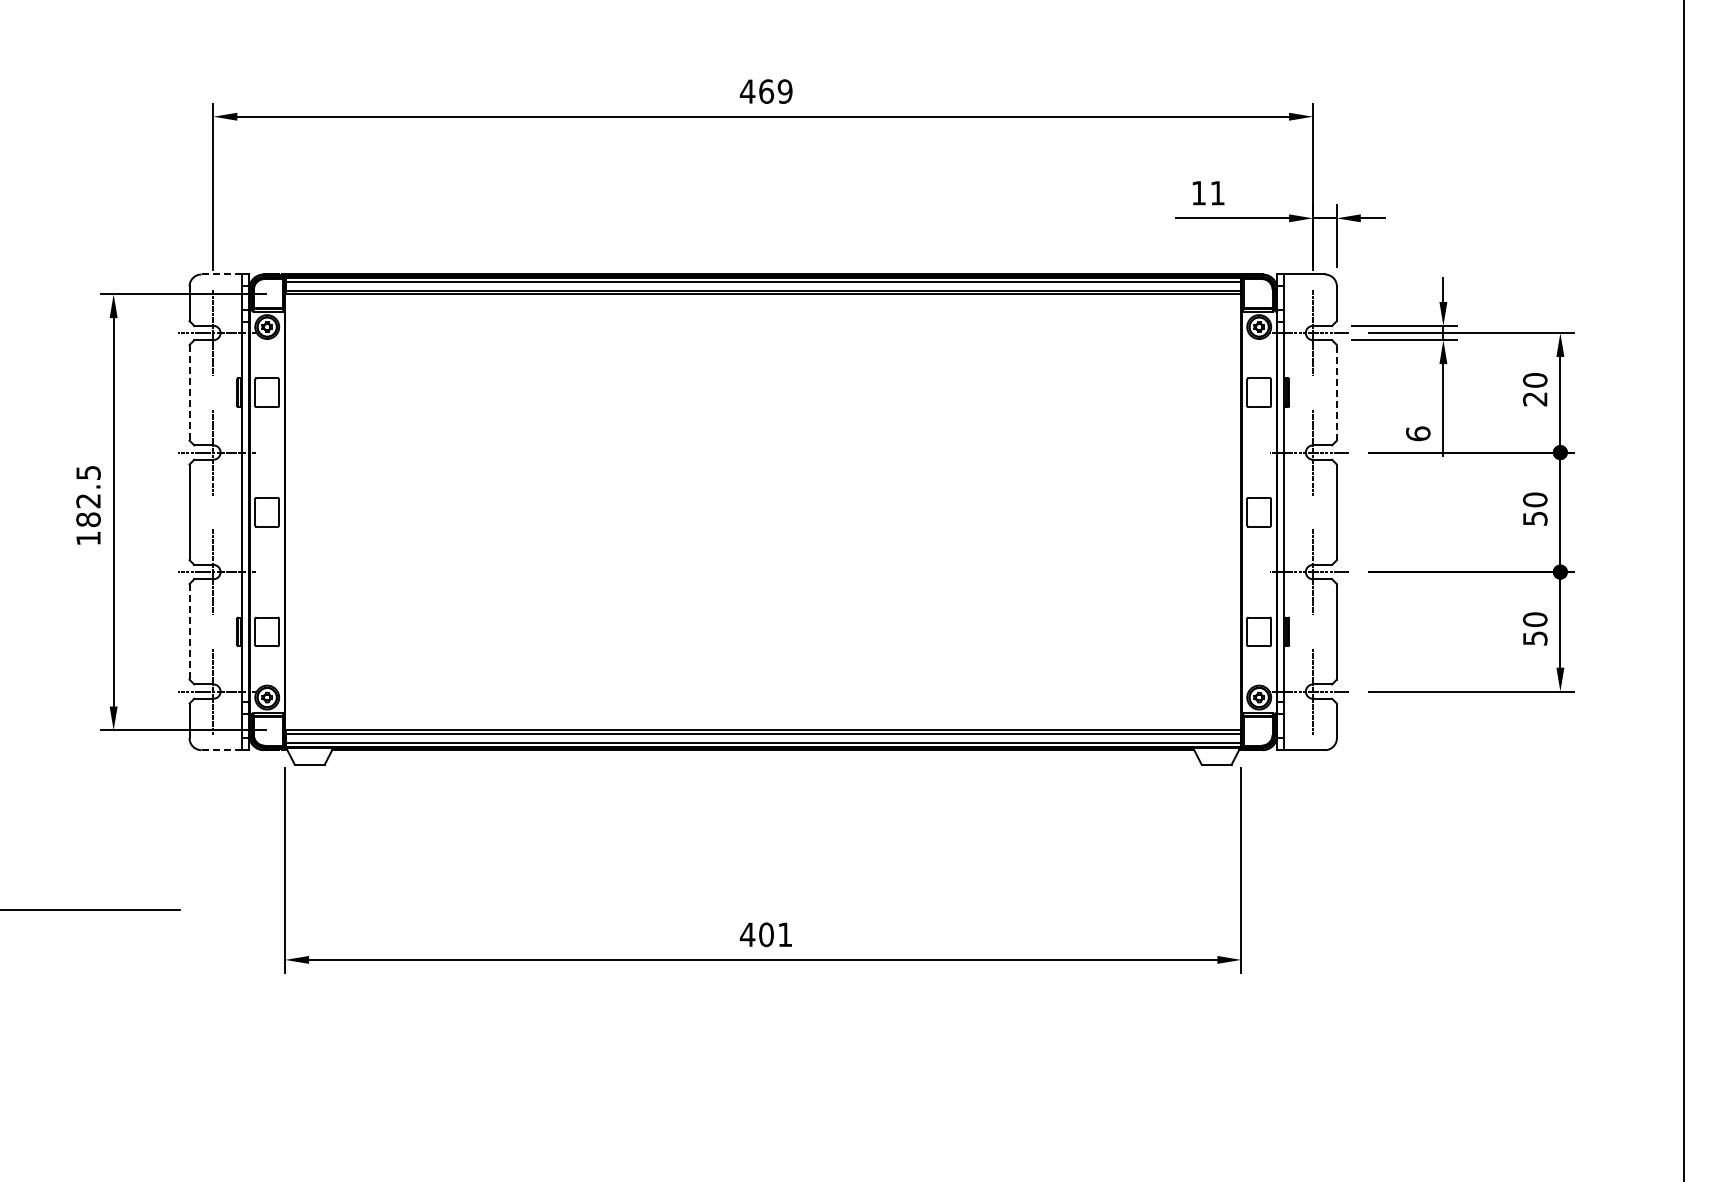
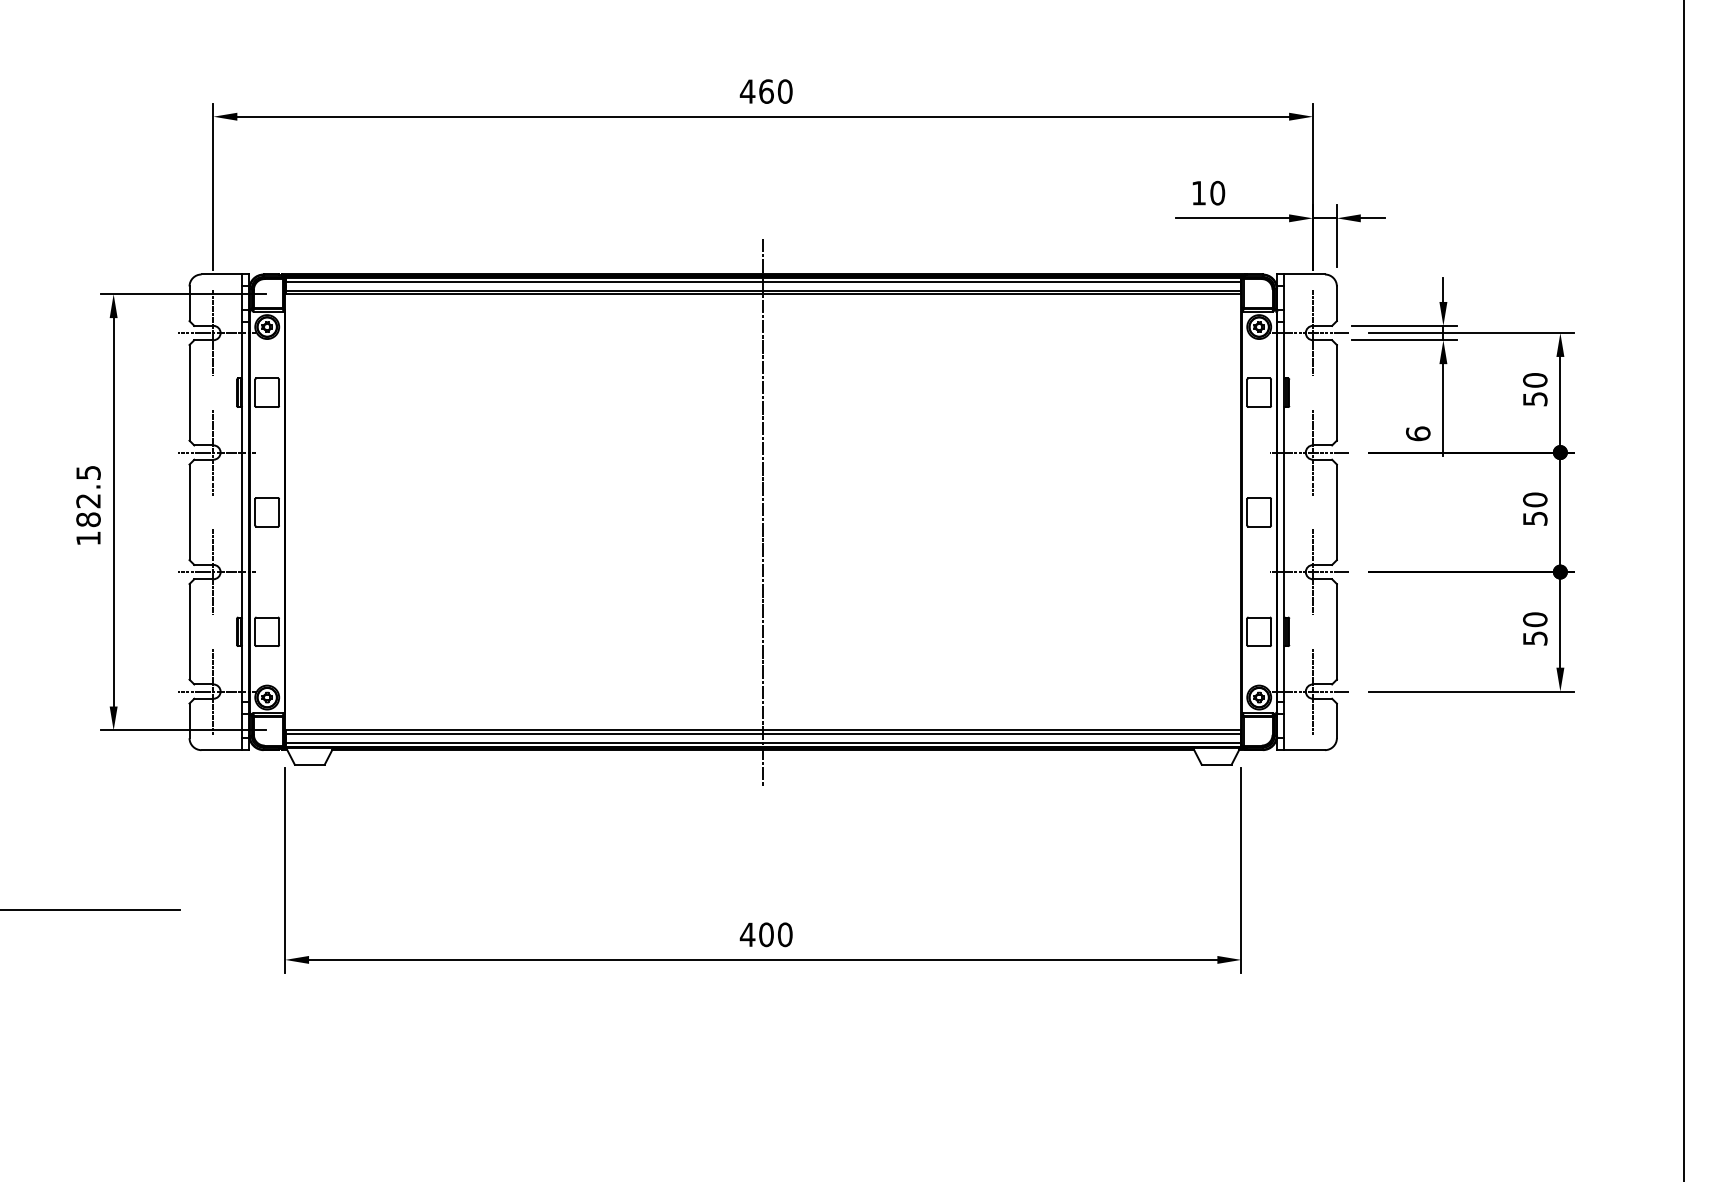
text at (784, 91): 469 -> 460
text at (1217, 192): 11 -> 10
line at (221, 274): dashed -> solid
line at (189, 392): dashed -> solid
line at (1336, 392): dashed -> solid
text at (1535, 399): 20 -> 50
line at (763, 512): none -> present
line at (189, 631): dashed -> solid
line at (222, 750): dashed -> solid
text at (784, 934): 401 -> 400
